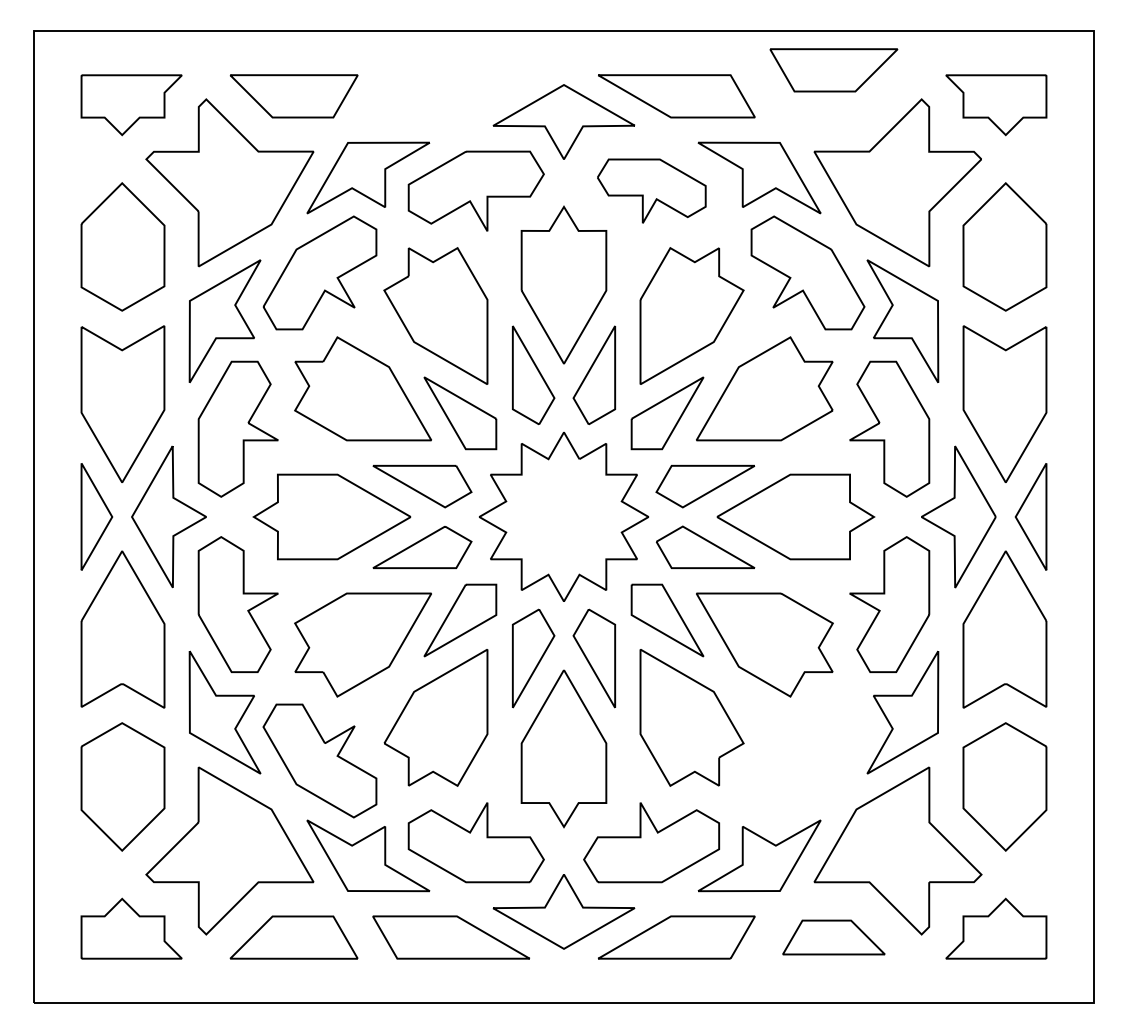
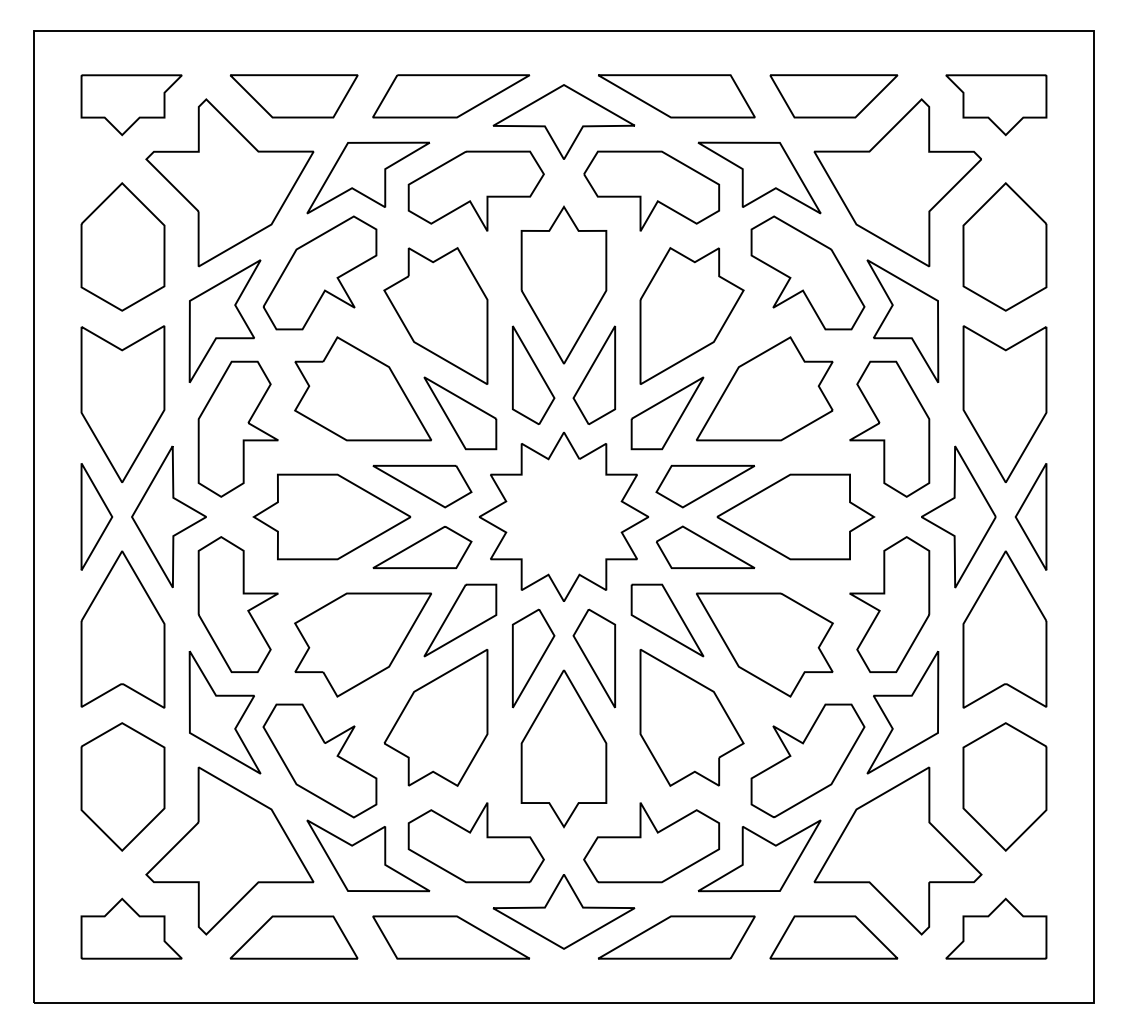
part at (833, 70) position: (833, 70) -> (833, 96)
part at (451, 96): none -> present
part at (651, 190) size: 110x66 px -> 138x82 px
part at (807, 760): none -> present
part at (833, 937) size: 104x37 px -> 130x45 px
